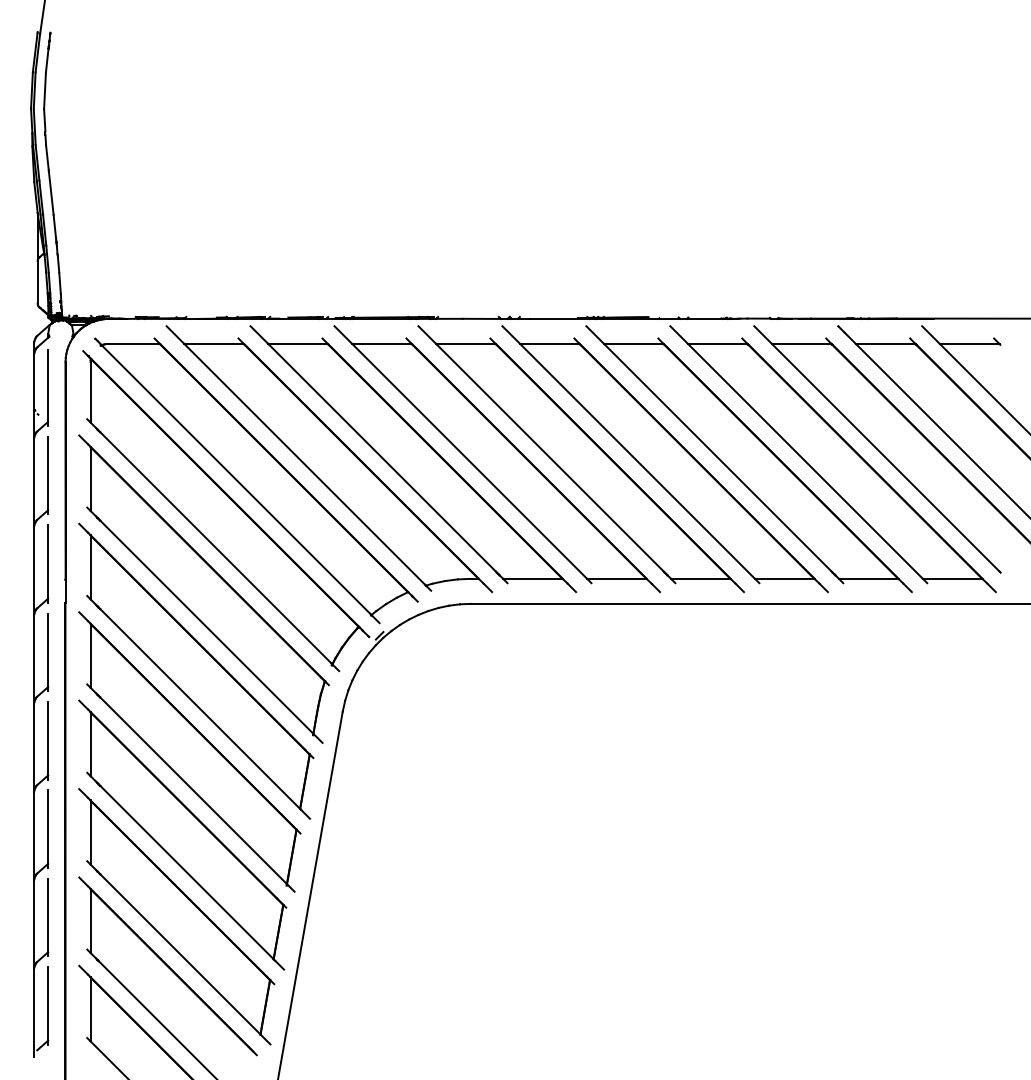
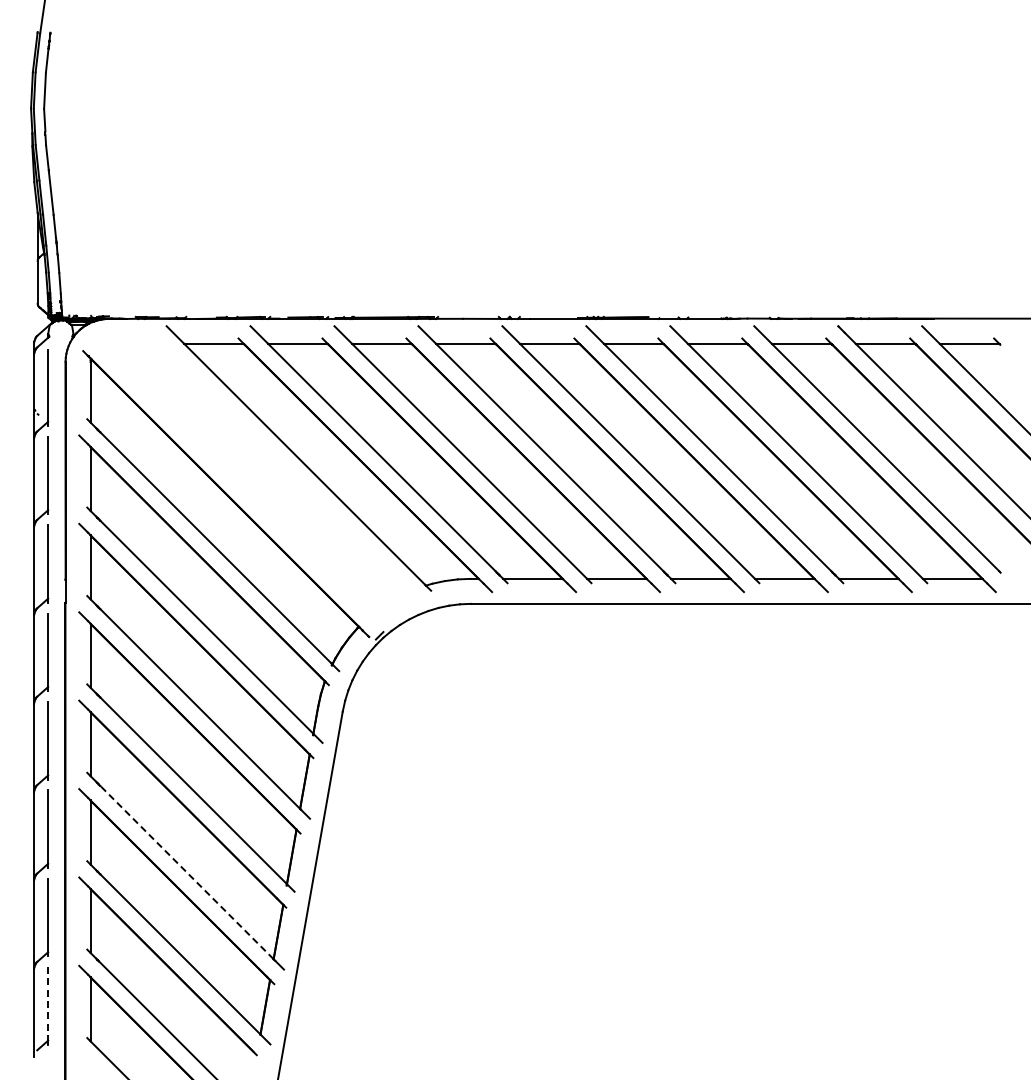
part at (256, 480): present -> none
line at (186, 872): solid -> dashed
line at (48, 1003): solid -> dashed
